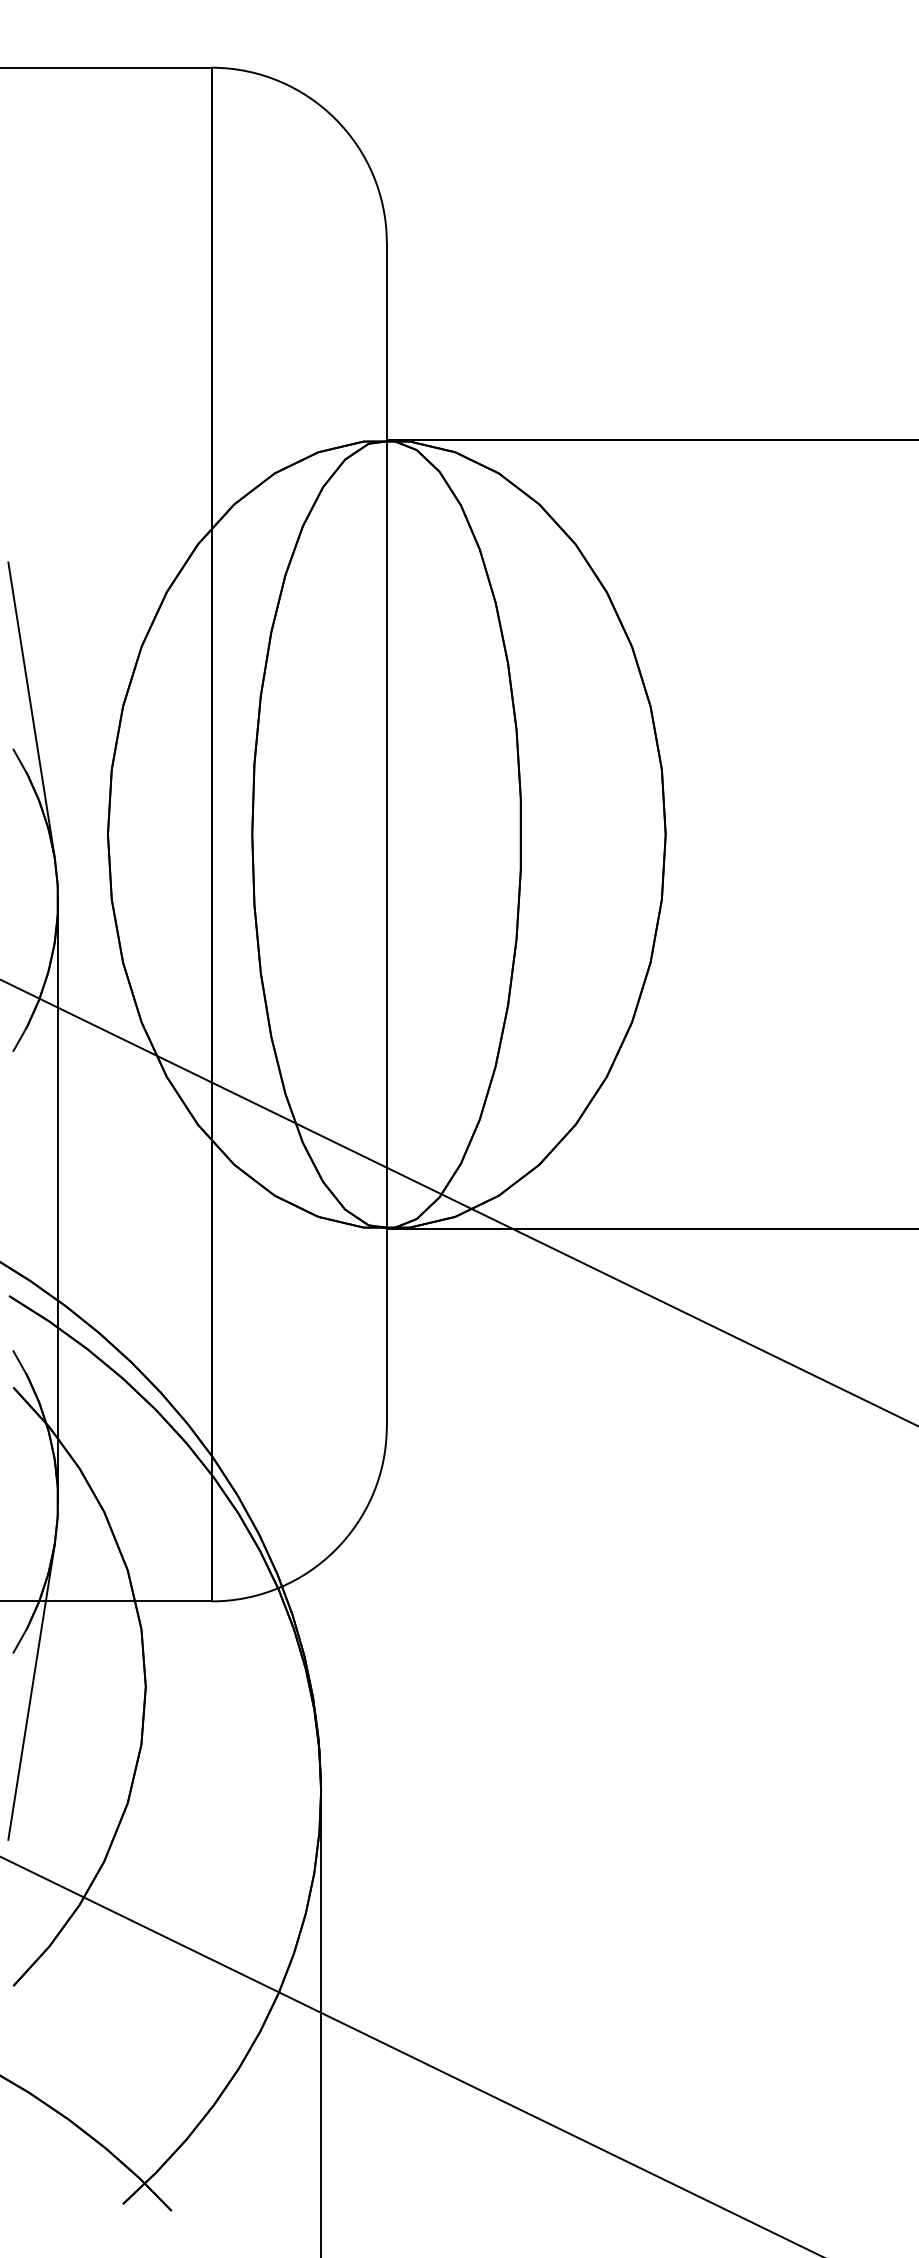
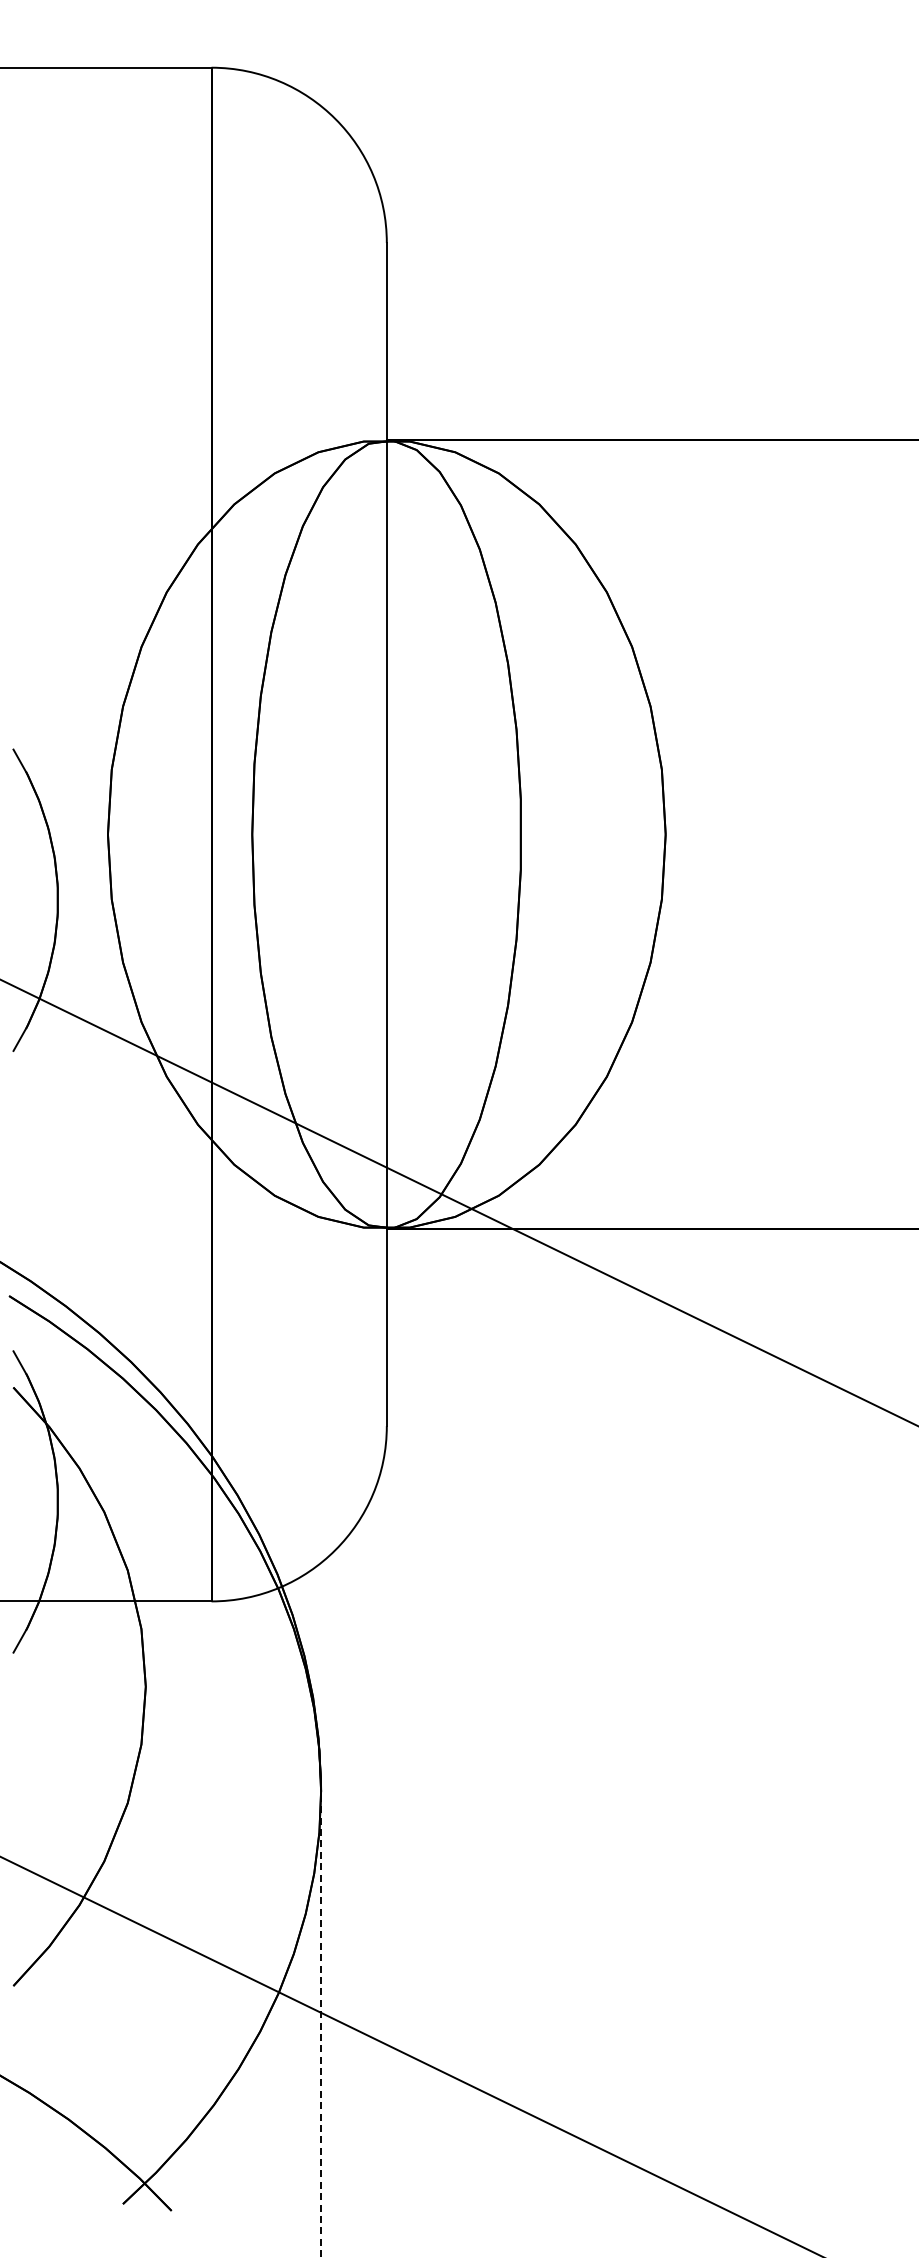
line at (31, 710): present -> none
line at (58, 1200): present -> none
line at (31, 1691): present -> none
line at (321, 2024): solid -> dashed
